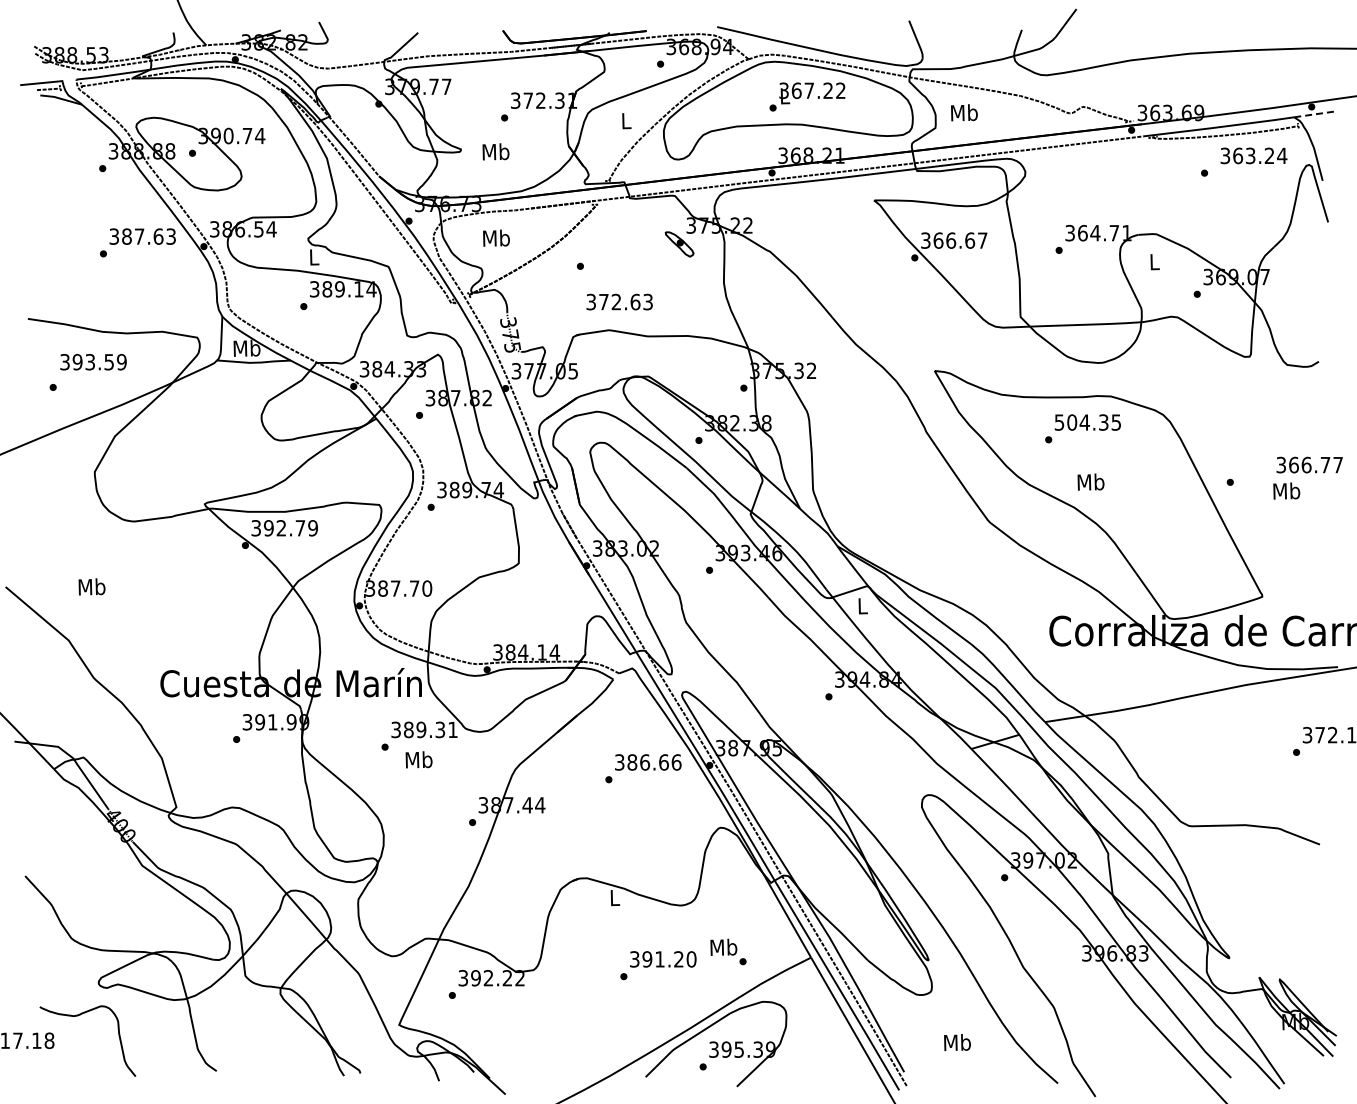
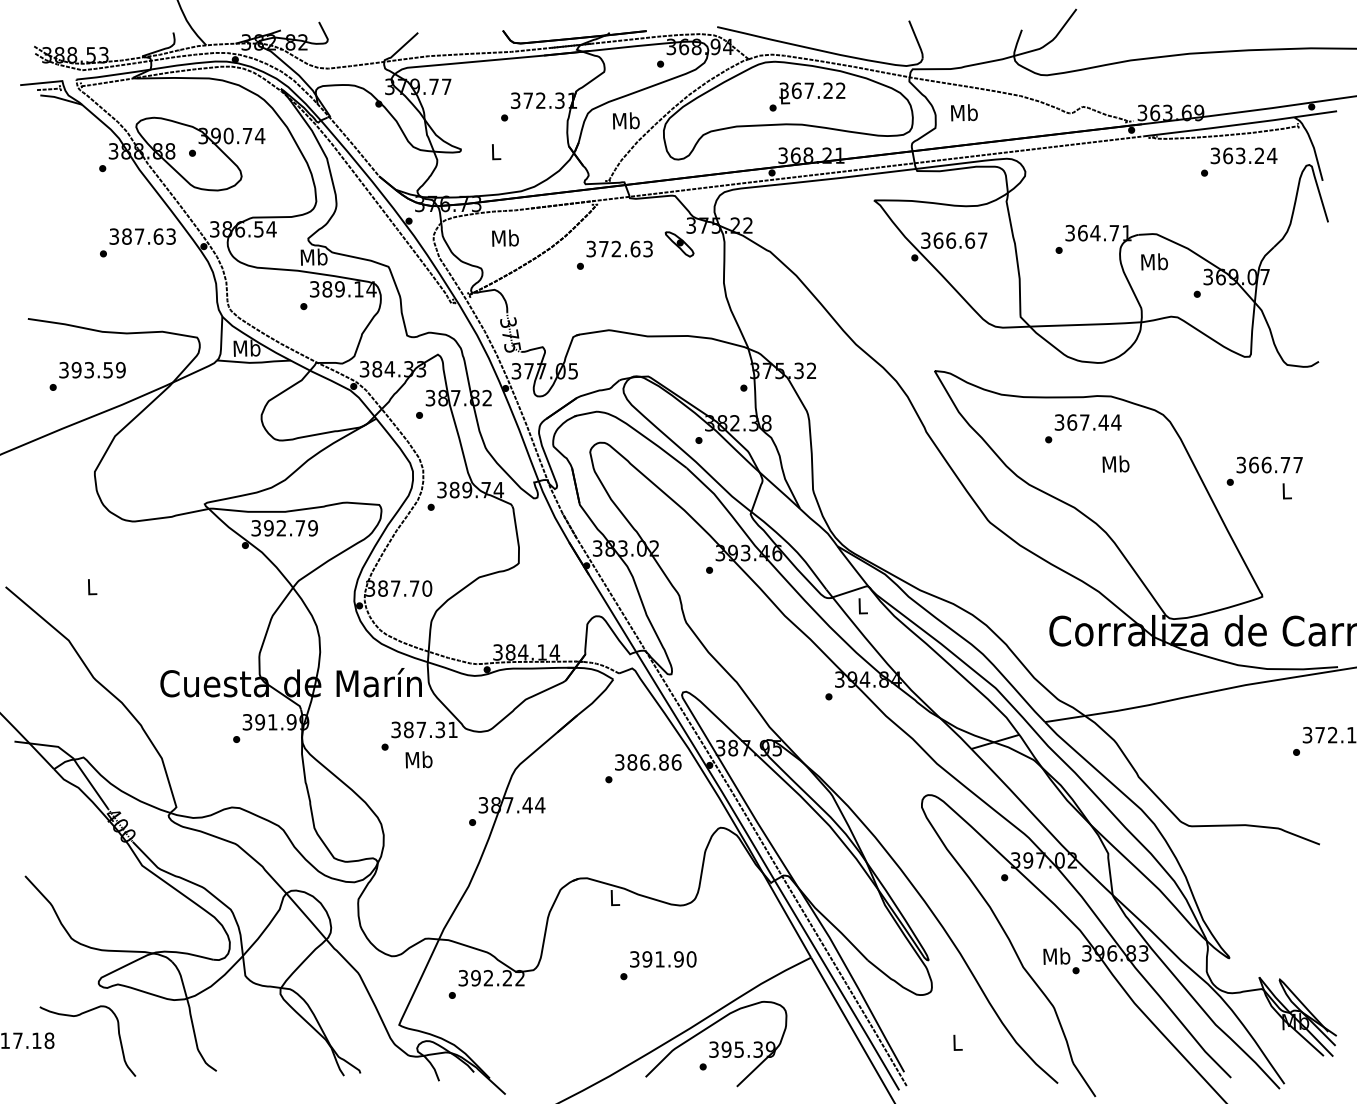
line at (1315, 114): dashed -> solid
text at (626, 120): L -> Mb
text at (495, 151): Mb -> L
text at (1253, 155) position: (1253, 155) -> (1243, 155)
text at (496, 237) position: (496, 237) -> (505, 237)
text at (313, 256): L -> Mb
text at (1154, 261): L -> Mb
text at (619, 301) position: (619, 301) -> (619, 248)
text at (93, 362) position: (93, 362) -> (92, 370)
text at (1088, 422): 504.35 -> 367.44
text at (1309, 464) position: (1309, 464) -> (1269, 464)
text at (1090, 481) position: (1090, 481) -> (1115, 463)
text at (1286, 490): Mb -> L
text at (91, 586): Mb -> L
text at (421, 729): 389.31 -> 387.31
text at (663, 762): 386.66 -> 386.86
text at (728, 951) position: (728, 951) -> (1061, 960)
text at (678, 959): 391.20 -> 391.90
text at (957, 1042): Mb -> L
